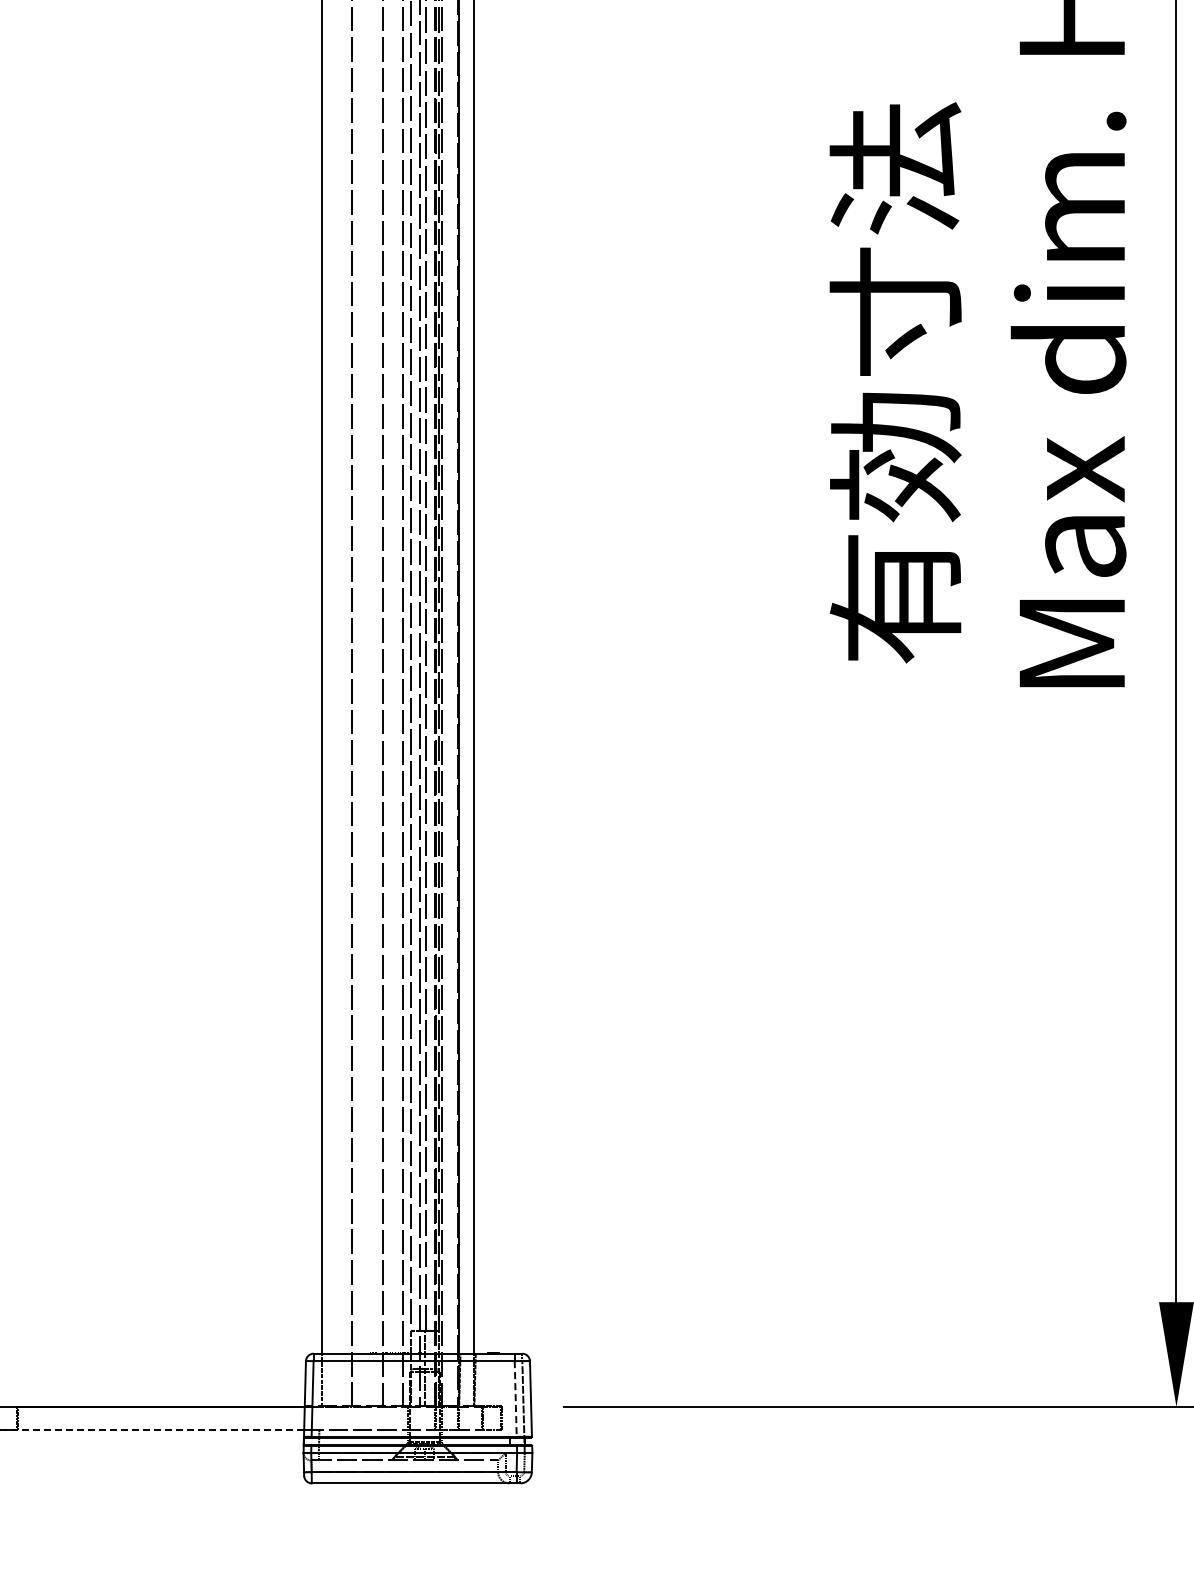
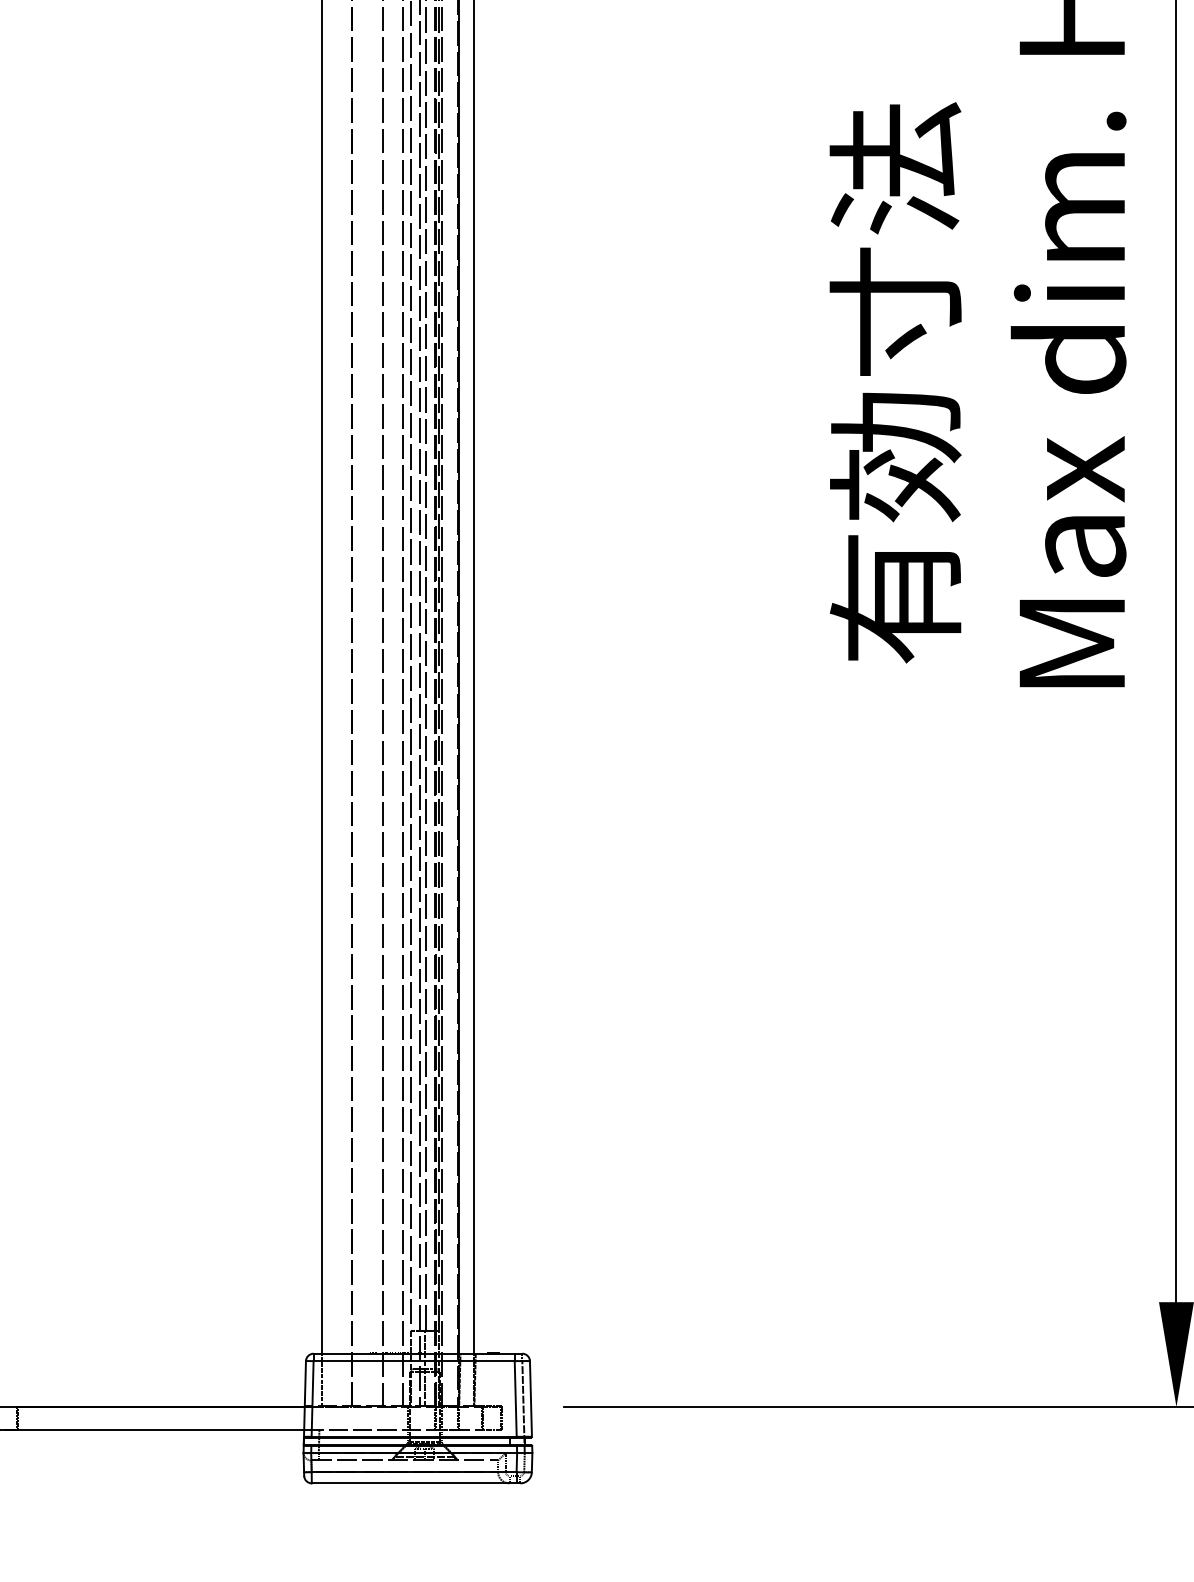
line at (515, 1398): dashed -> solid
line at (152, 1429): dashed -> solid
